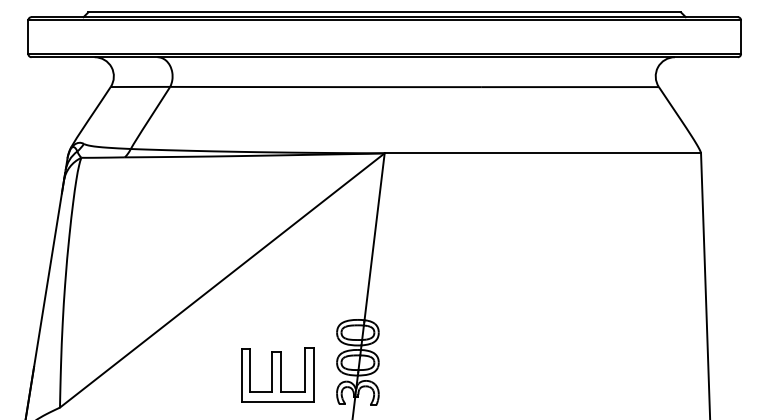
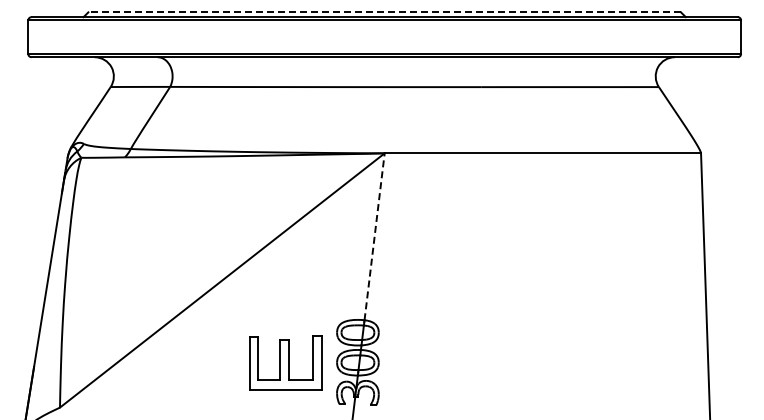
line at (384, 12): solid -> dashed
line at (374, 236): solid -> dashed
part at (277, 374) position: (277, 374) -> (285, 362)
